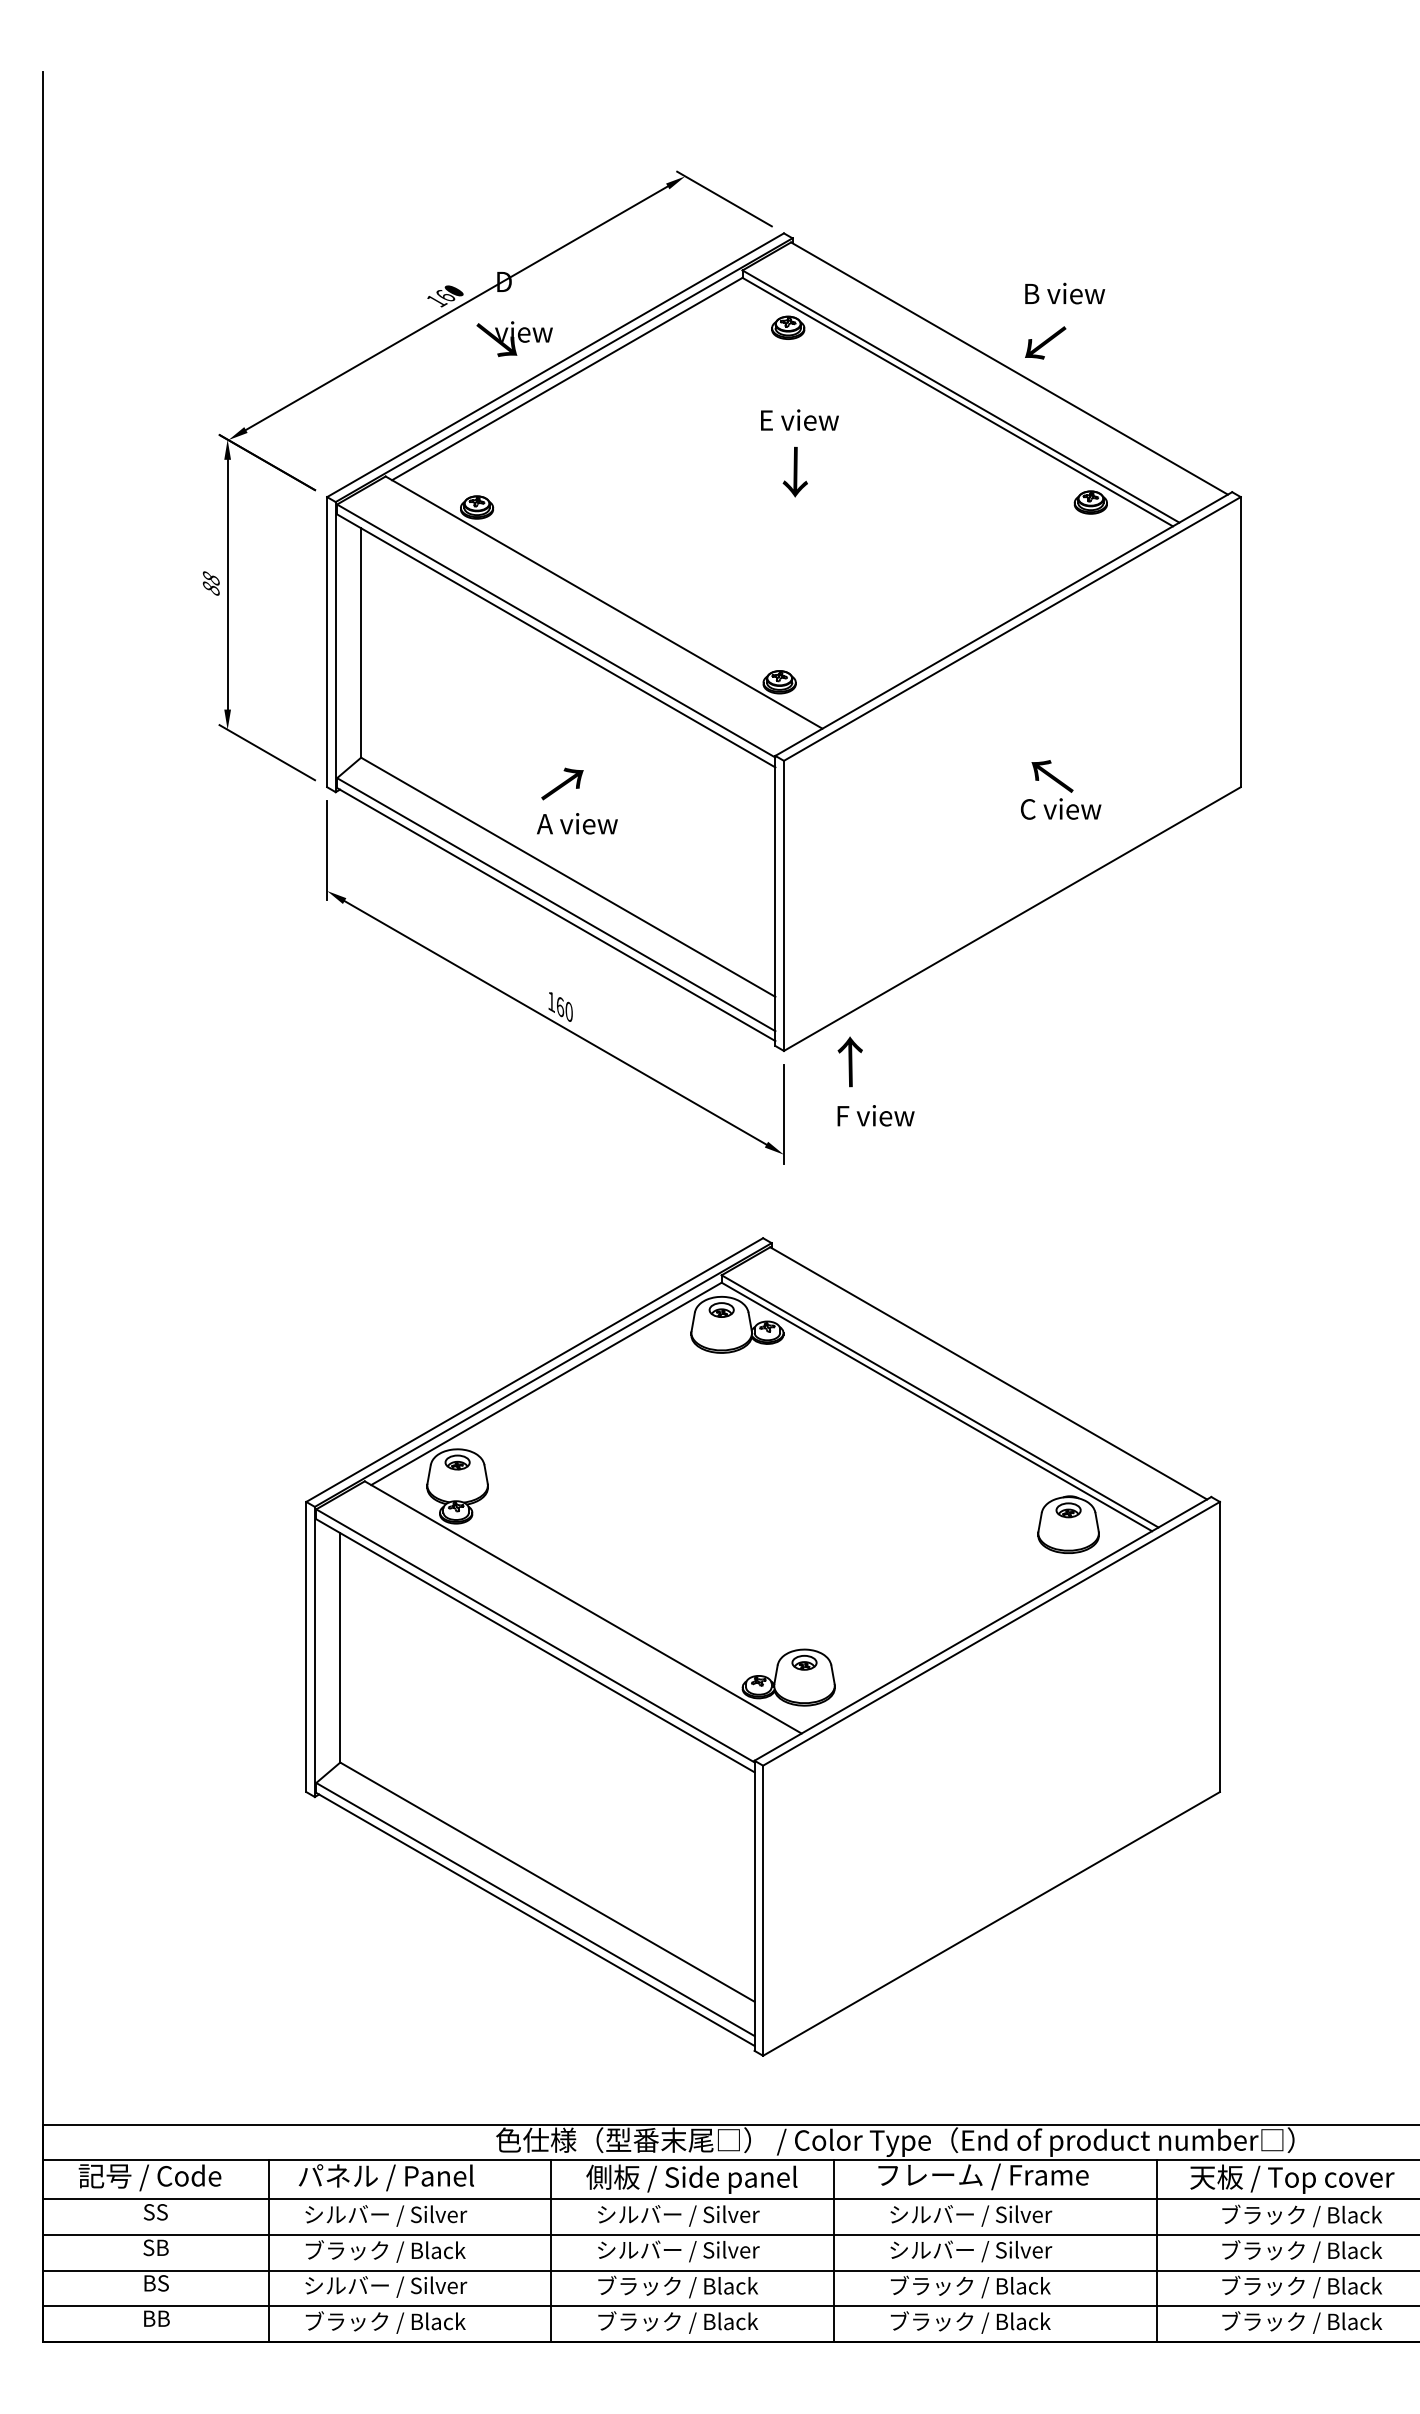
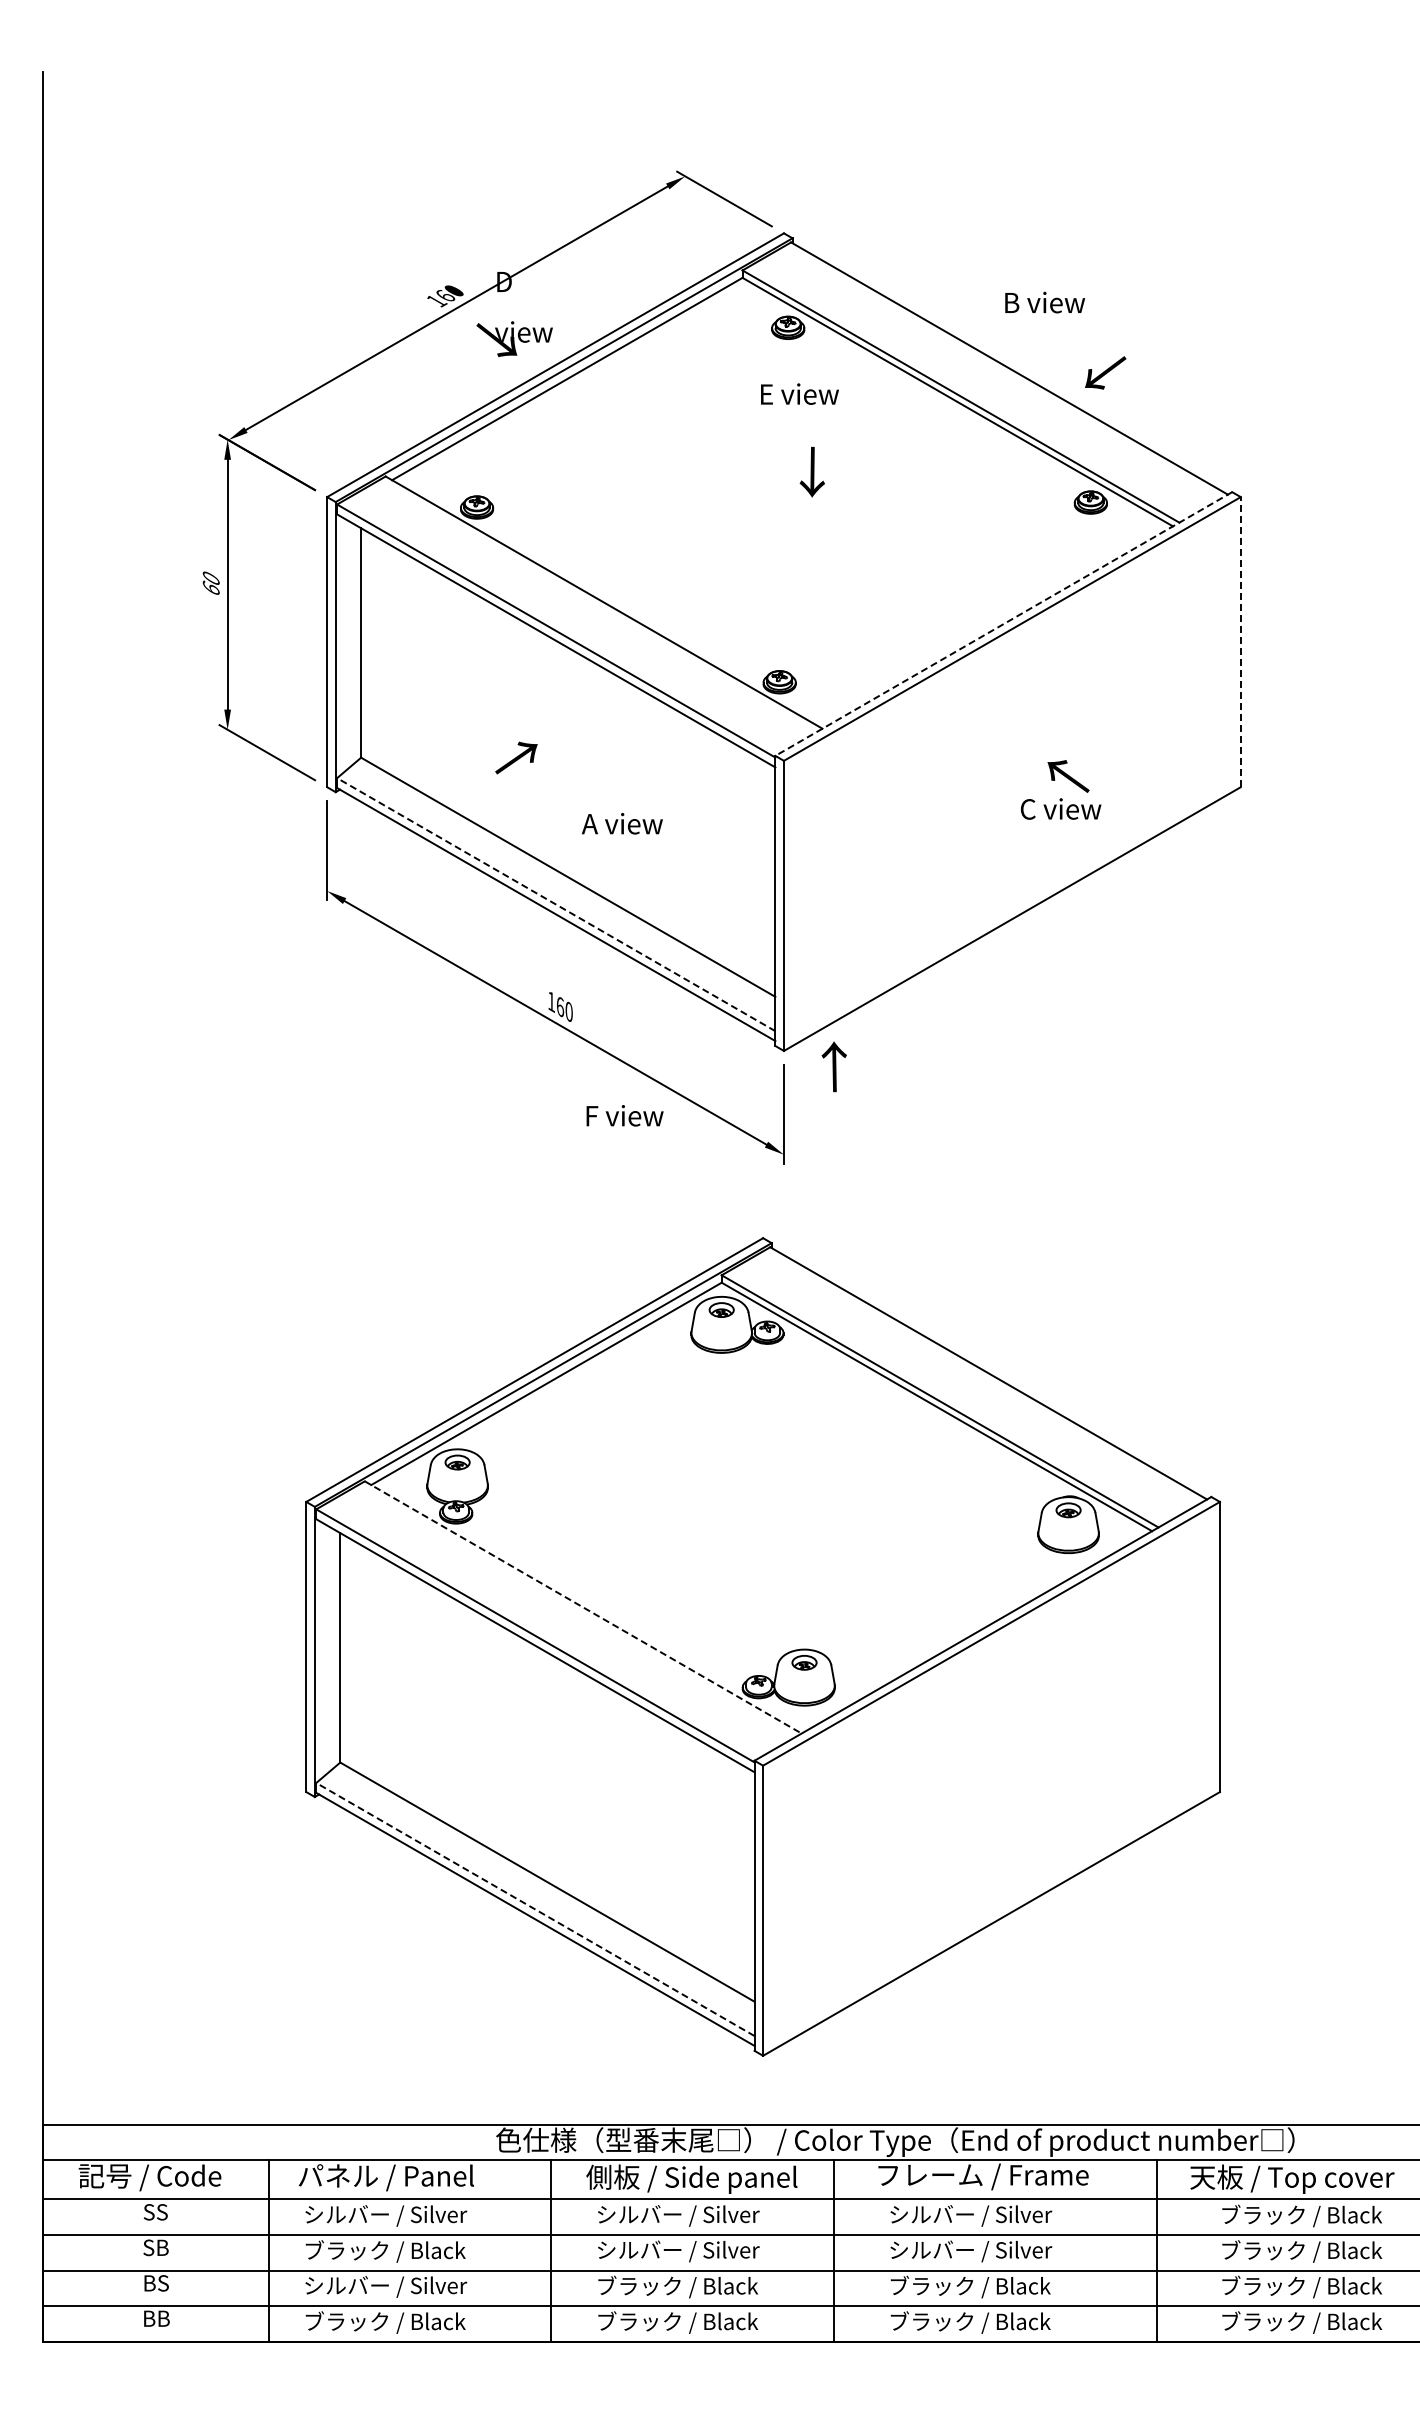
text at (1065, 293) position: (1065, 293) -> (1045, 302)
text at (1045, 342) position: (1045, 342) -> (1105, 372)
text at (799, 419) position: (799, 419) -> (799, 393)
text at (794, 472) position: (794, 472) -> (811, 472)
text at (210, 583): 88 -> 60
line at (1003, 624): solid -> dashed
line at (1240, 641): solid -> dashed
text at (1052, 776) position: (1052, 776) -> (1068, 776)
text at (562, 783) position: (562, 783) -> (516, 757)
text at (577, 823) position: (577, 823) -> (622, 823)
line at (555, 904): solid -> dashed
text at (849, 1061) position: (849, 1061) -> (833, 1066)
text at (875, 1115) position: (875, 1115) -> (624, 1115)
line at (583, 1607): solid -> dashed
line at (534, 1909): solid -> dashed
